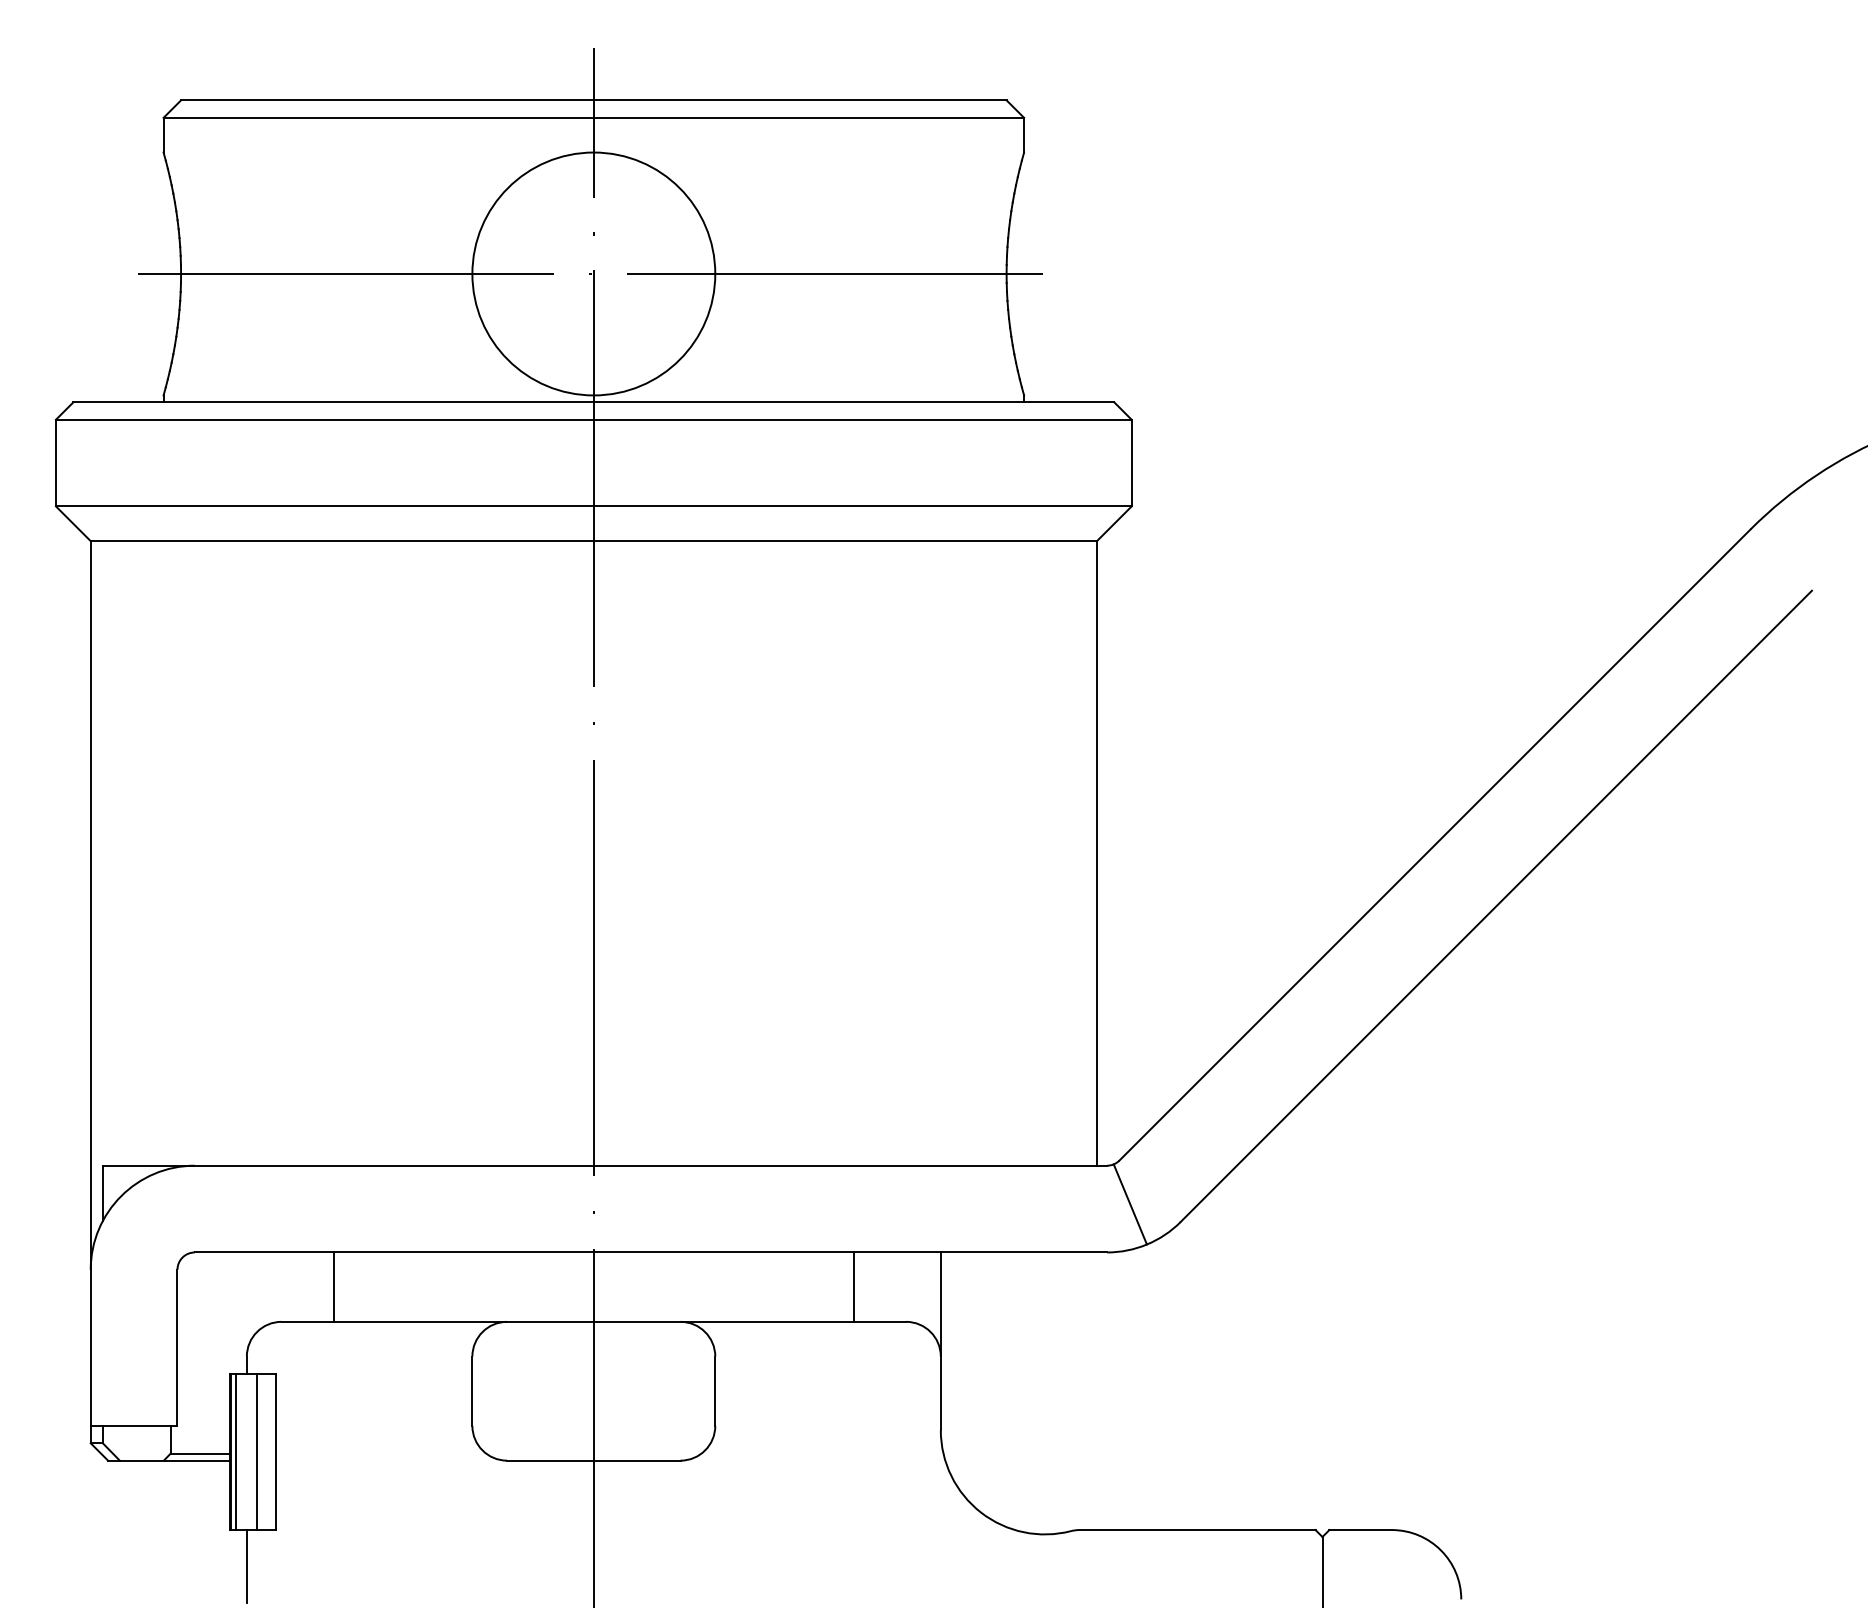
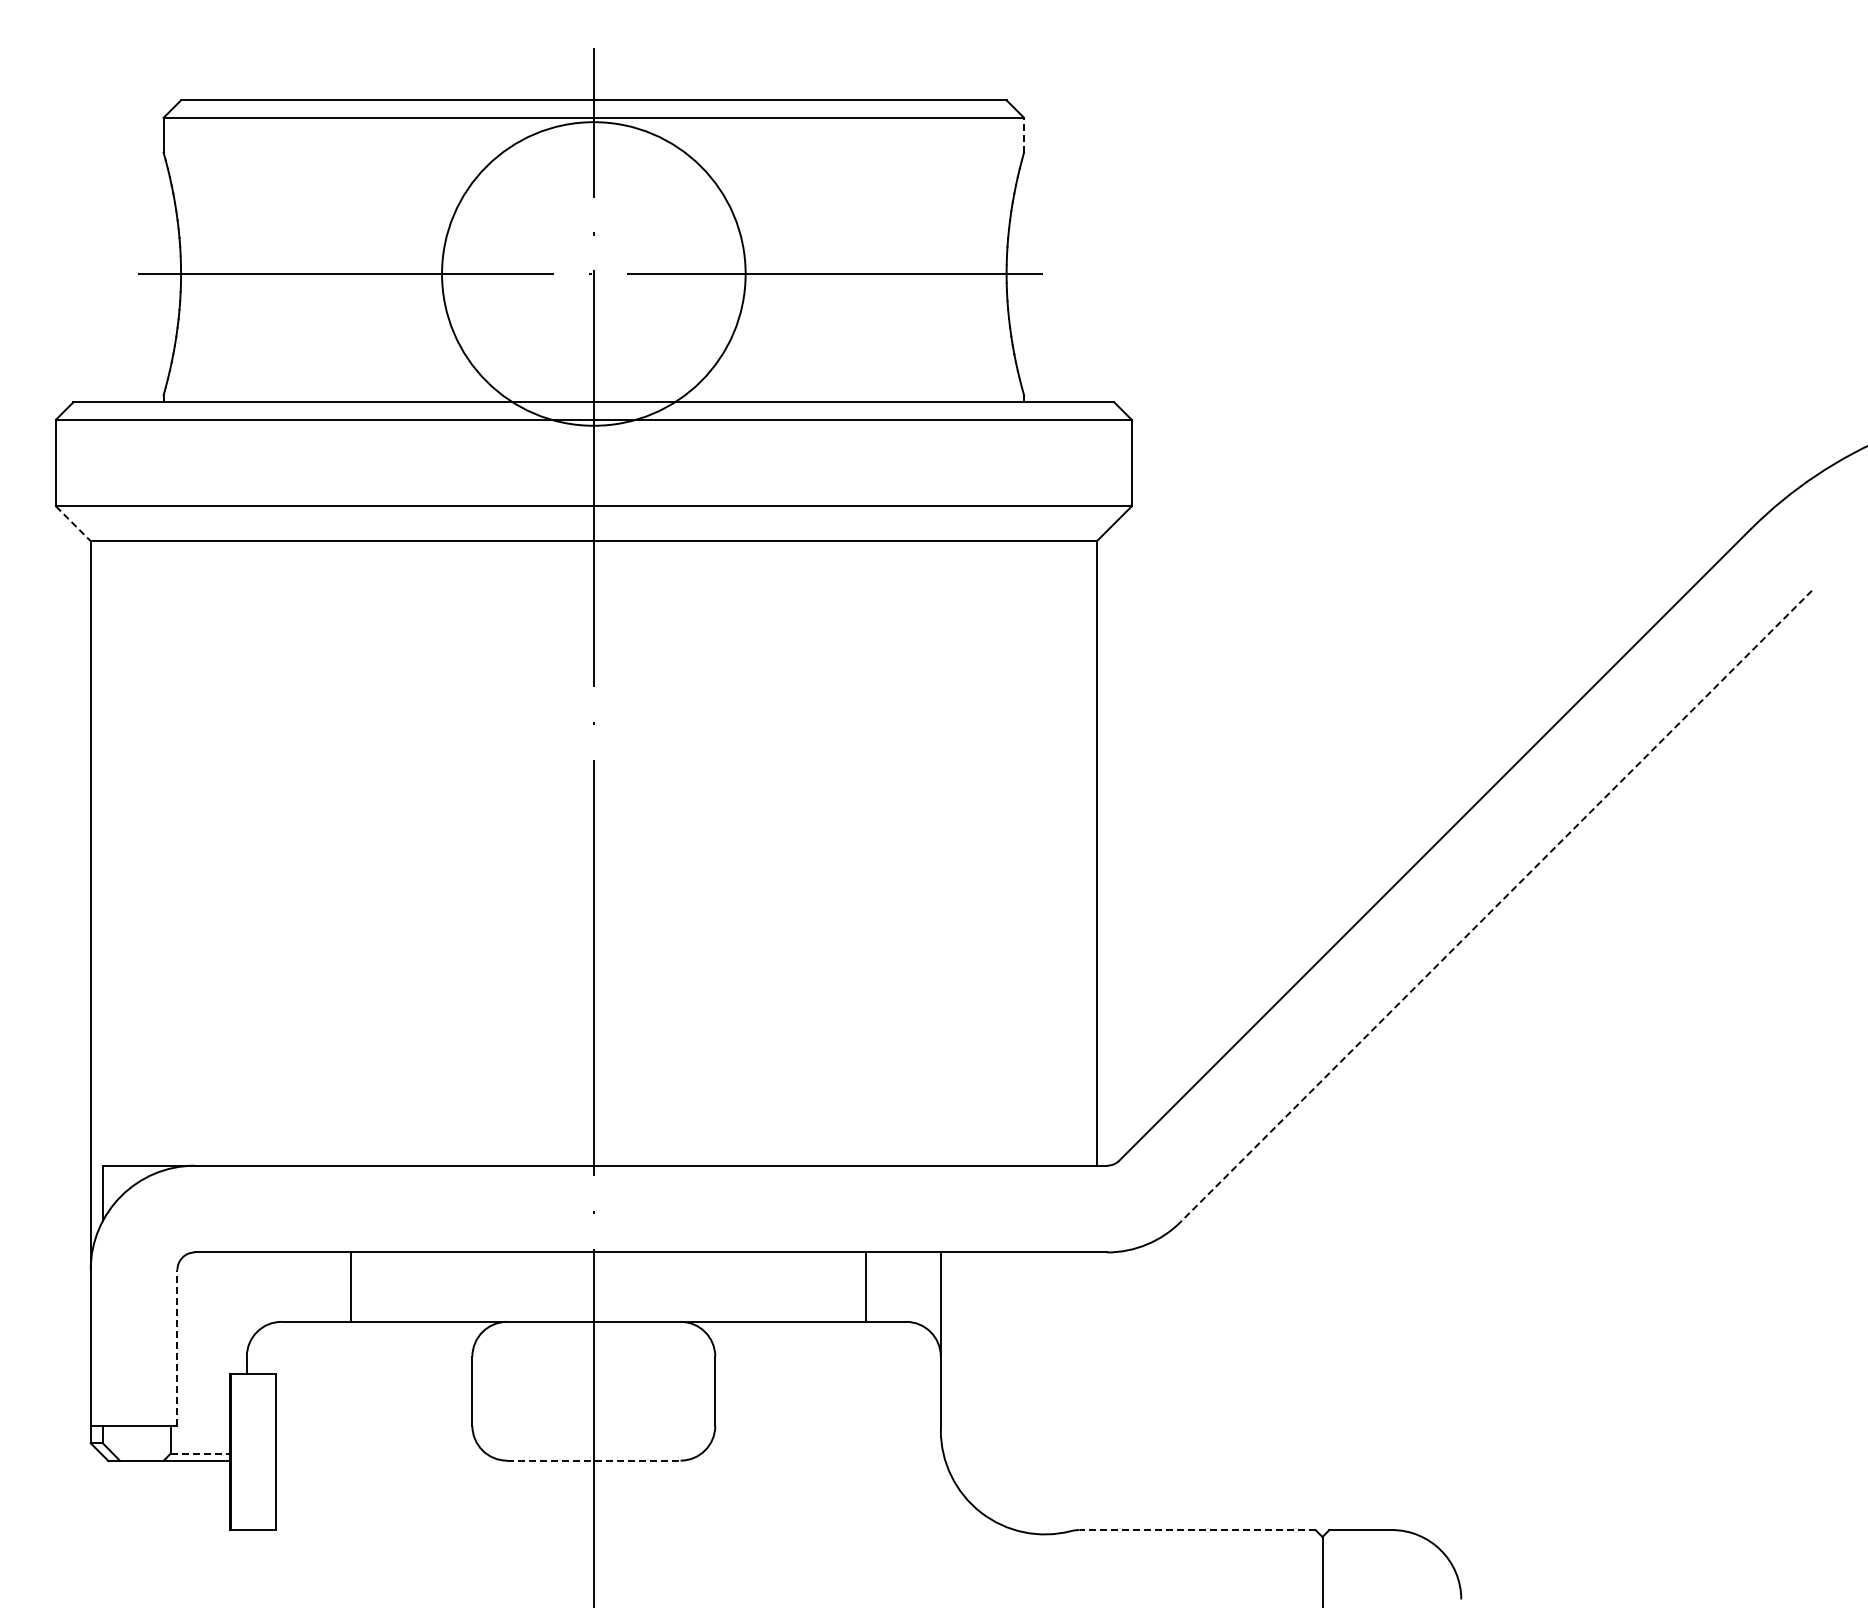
line at (1024, 134): solid -> dashed
circle at (593, 273) diameter: 243 px -> 304 px
line at (73, 523): solid -> dashed
line at (1495, 906): solid -> dashed
line at (1129, 1204): present -> none
line at (333, 1286) position: (333, 1286) -> (350, 1286)
line at (854, 1286) position: (854, 1286) -> (866, 1286)
line at (177, 1347): solid -> dashed
line at (236, 1451): present -> none
line at (257, 1451): present -> none
line at (200, 1453): solid -> dashed
line at (593, 1460): solid -> dashed
line at (1197, 1530): solid -> dashed
line at (246, 1566): present -> none
